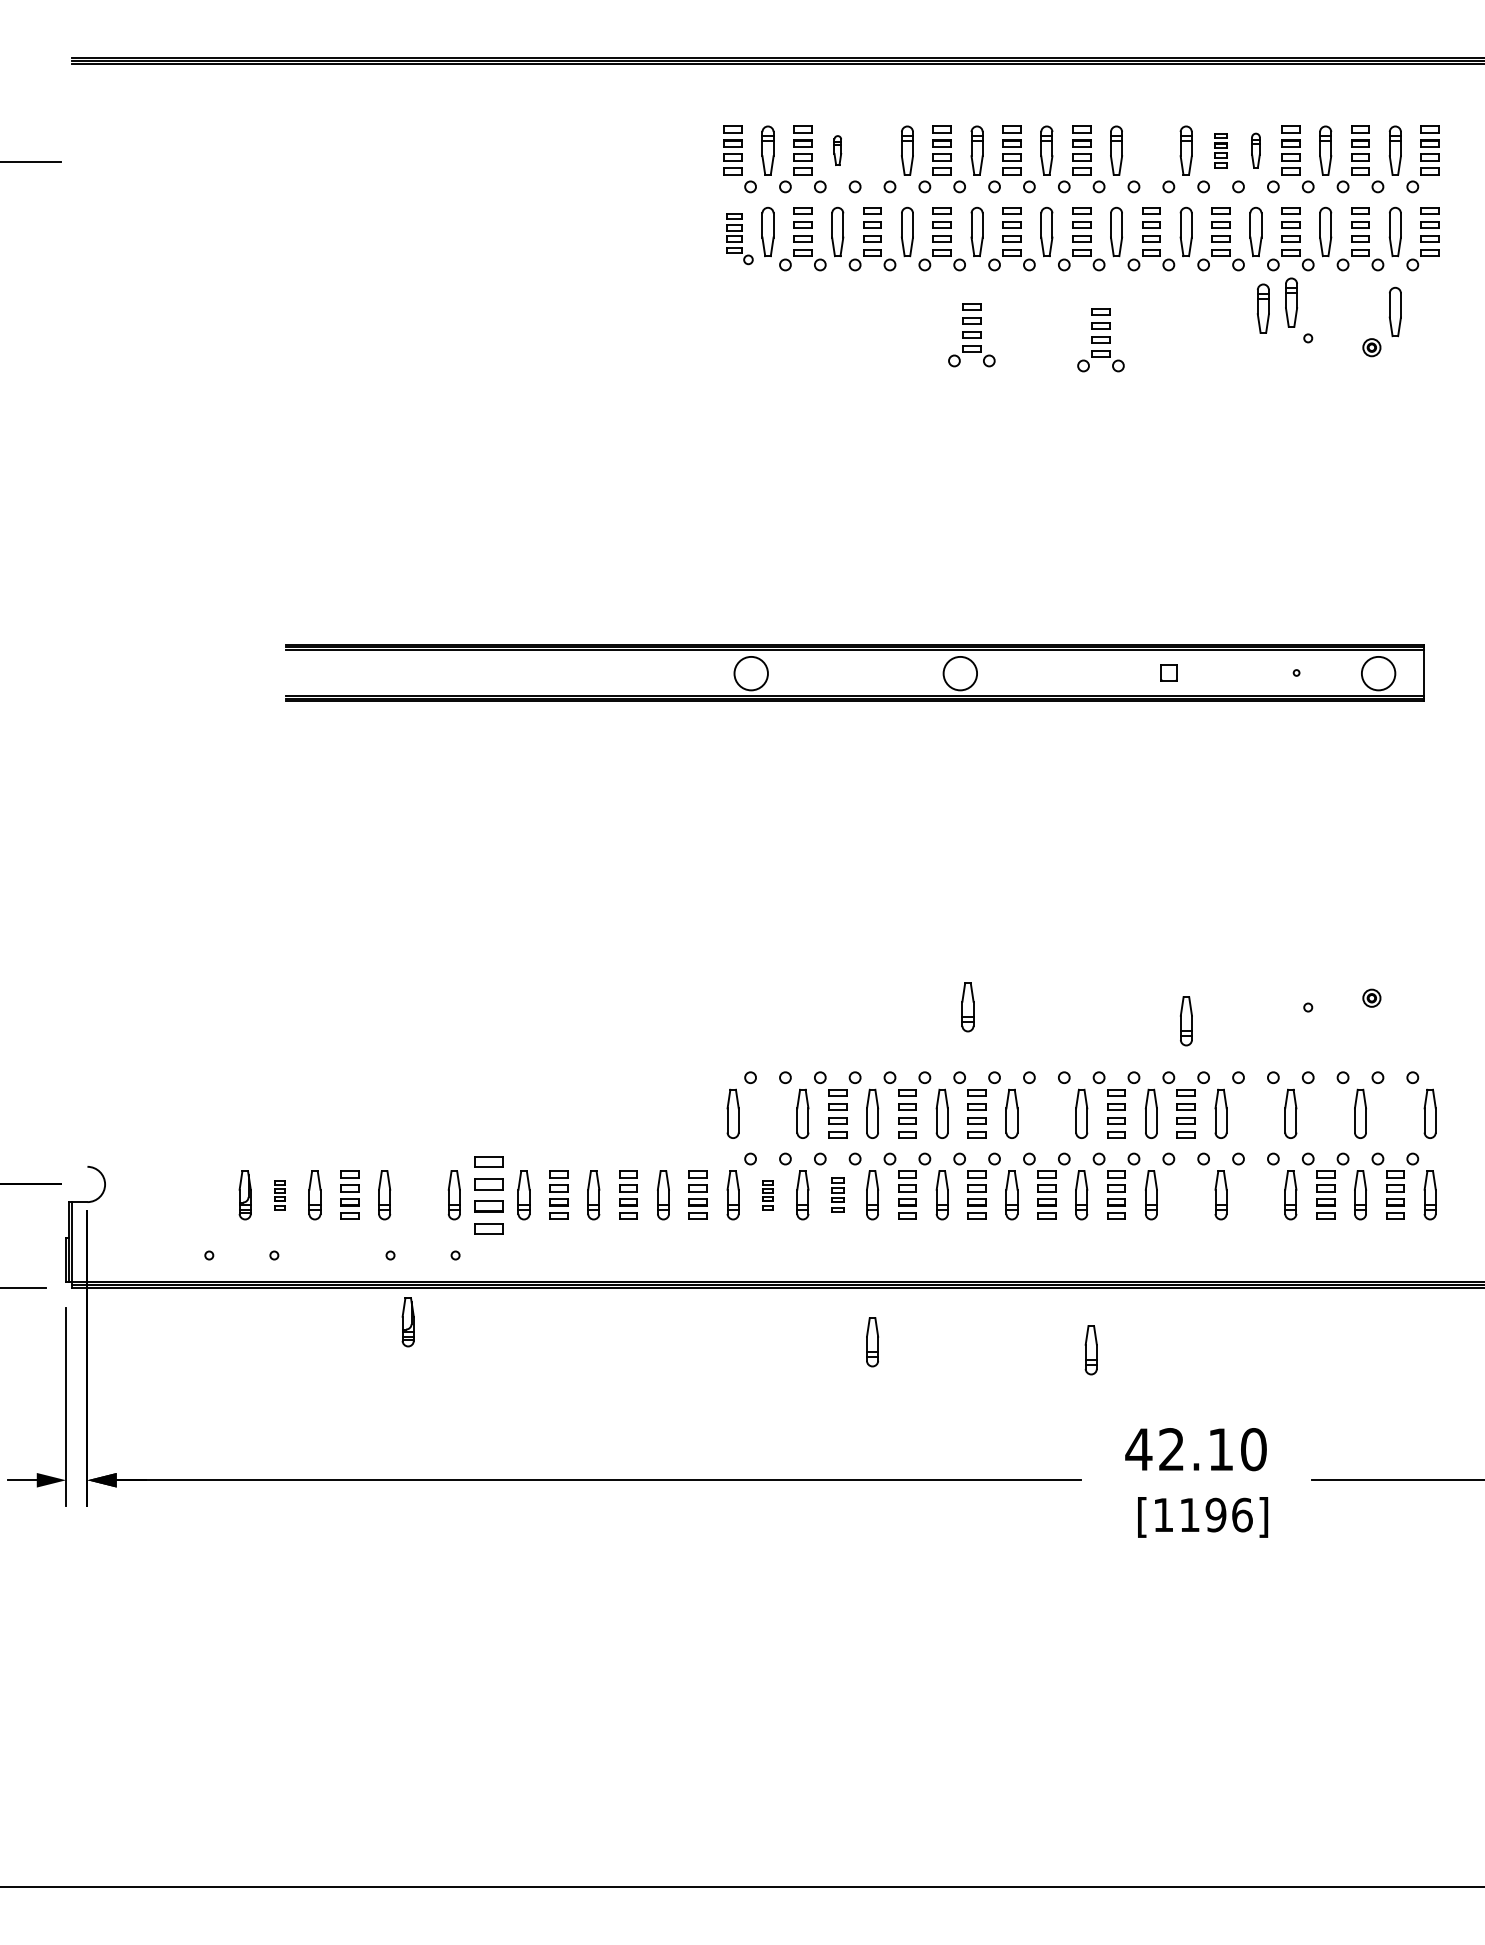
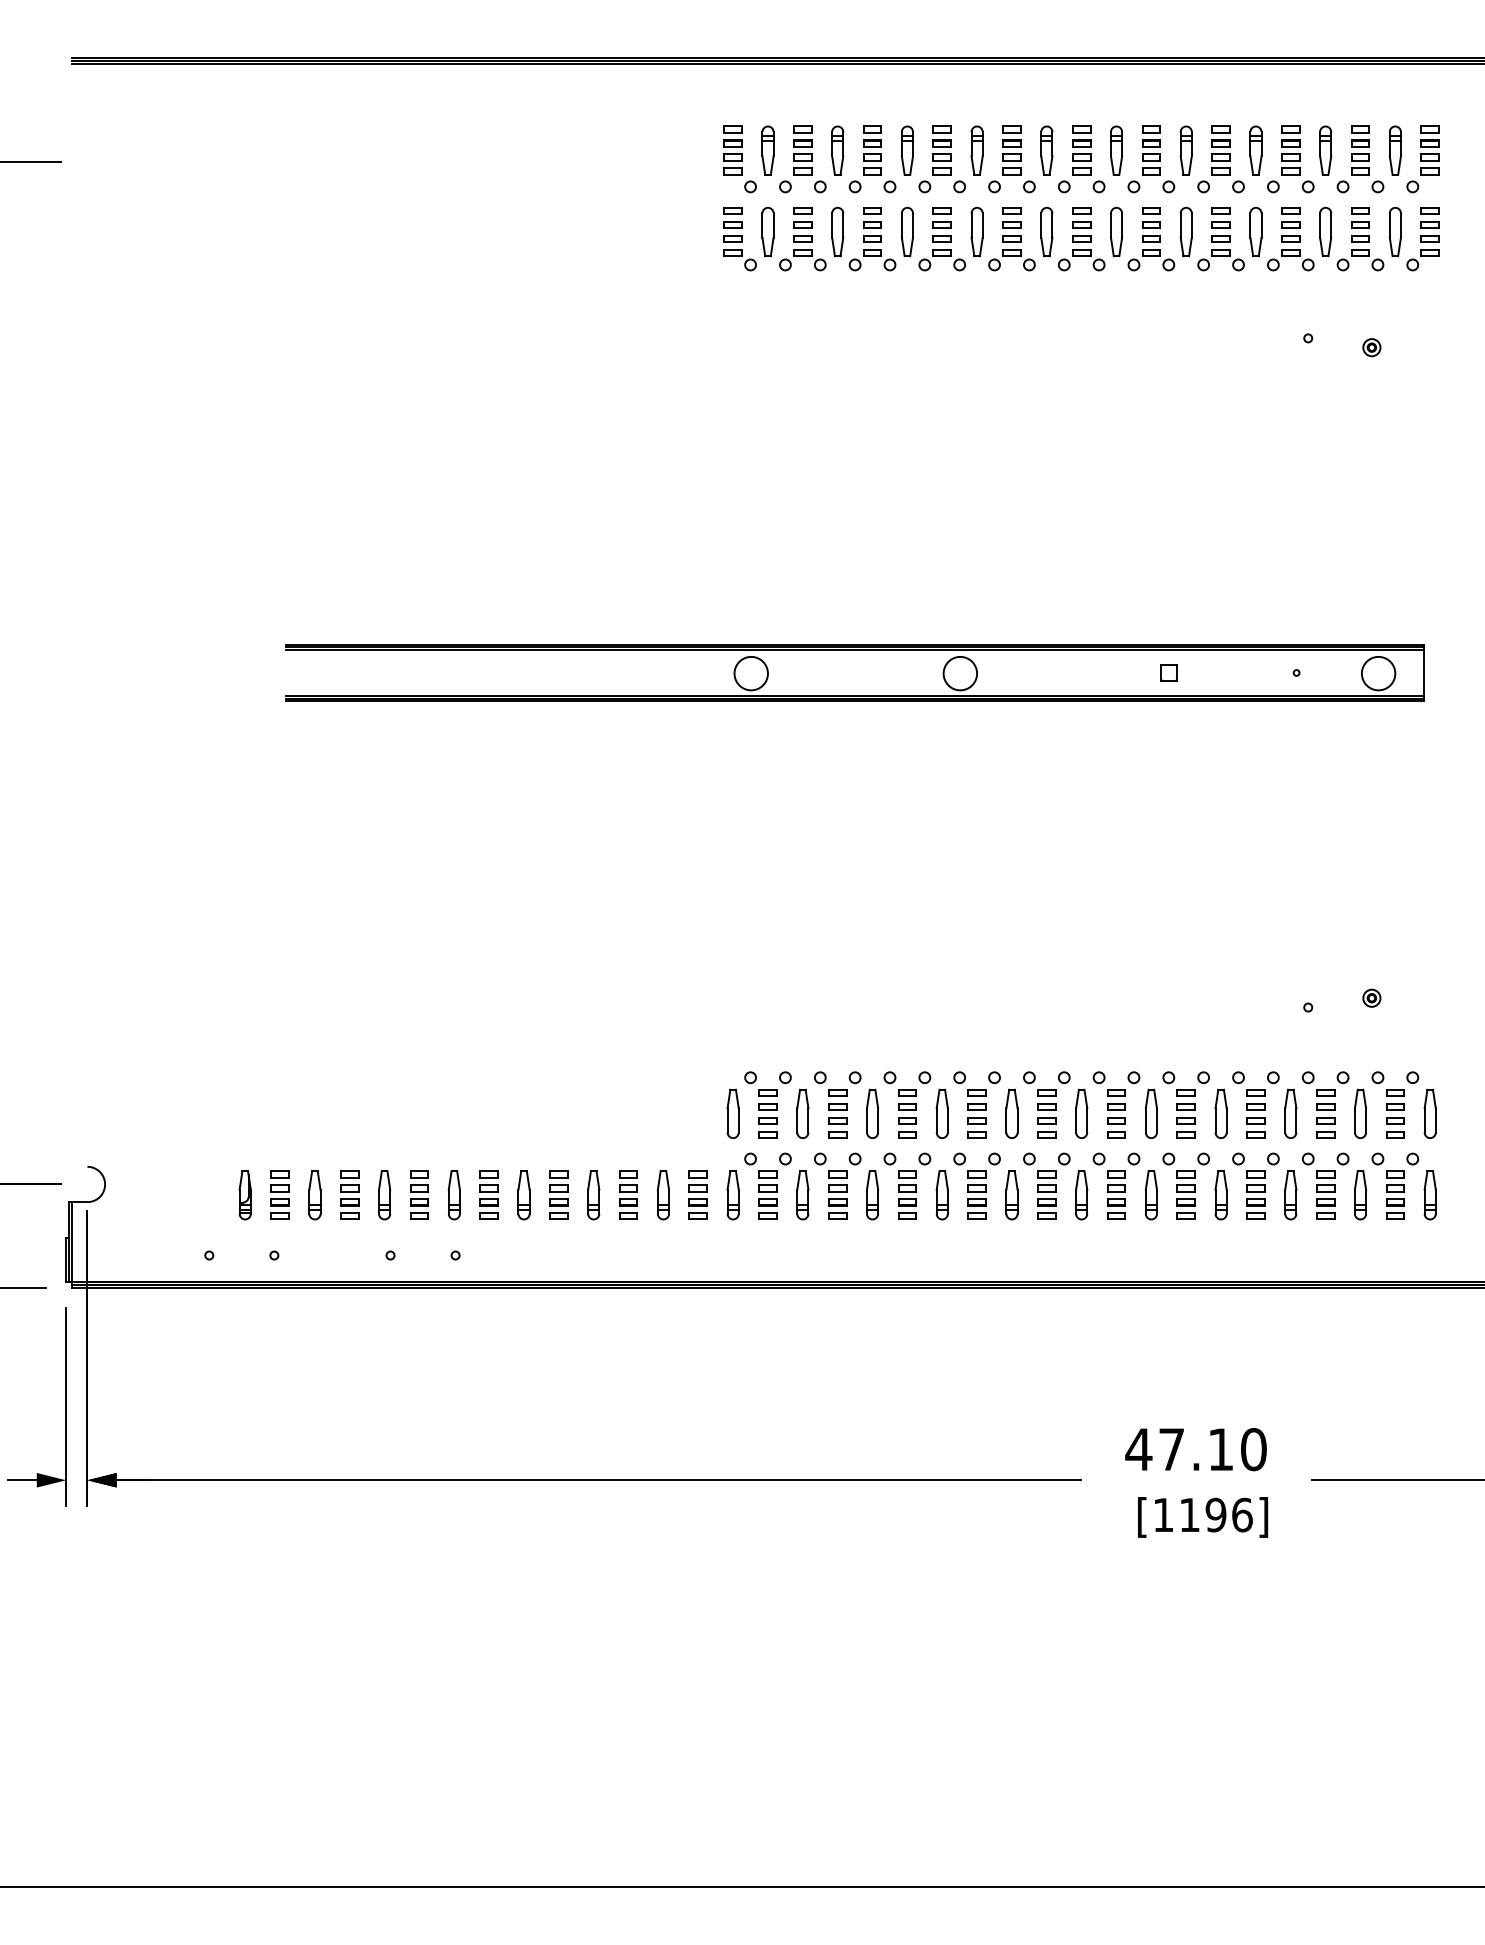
part at (837, 150) size: 10x31 px -> 14x51 px
part at (872, 150): none -> present
part at (1151, 150): none -> present
part at (1220, 150) size: 14x36 px -> 20x51 px
part at (1255, 150) size: 10x37 px -> 14x51 px
part at (739, 239) size: 28x53 px -> 34x65 px
part at (1291, 302): present -> none
part at (1262, 308): present -> none
part at (1394, 311): present -> none
part at (971, 335): present -> none
part at (1100, 340): present -> none
part at (967, 1007): present -> none
part at (1185, 1021): present -> none
part at (767, 1113): none -> present
part at (1046, 1113): none -> present
part at (1255, 1113): none -> present
part at (1325, 1113): none -> present
part at (1395, 1113): none -> present
part at (419, 1194): none -> present
part at (837, 1194) size: 14x36 px -> 20x50 px
part at (1185, 1194): none -> present
part at (1255, 1194): none -> present
part at (279, 1195) size: 12x31 px -> 20x50 px
part at (488, 1195) size: 30x79 px -> 20x50 px
part at (767, 1195) size: 12x31 px -> 20x50 px
part at (407, 1322): present -> none
part at (872, 1342): present -> none
part at (1090, 1350): present -> none
text at (1171, 1449): 42.10 -> 47.10
